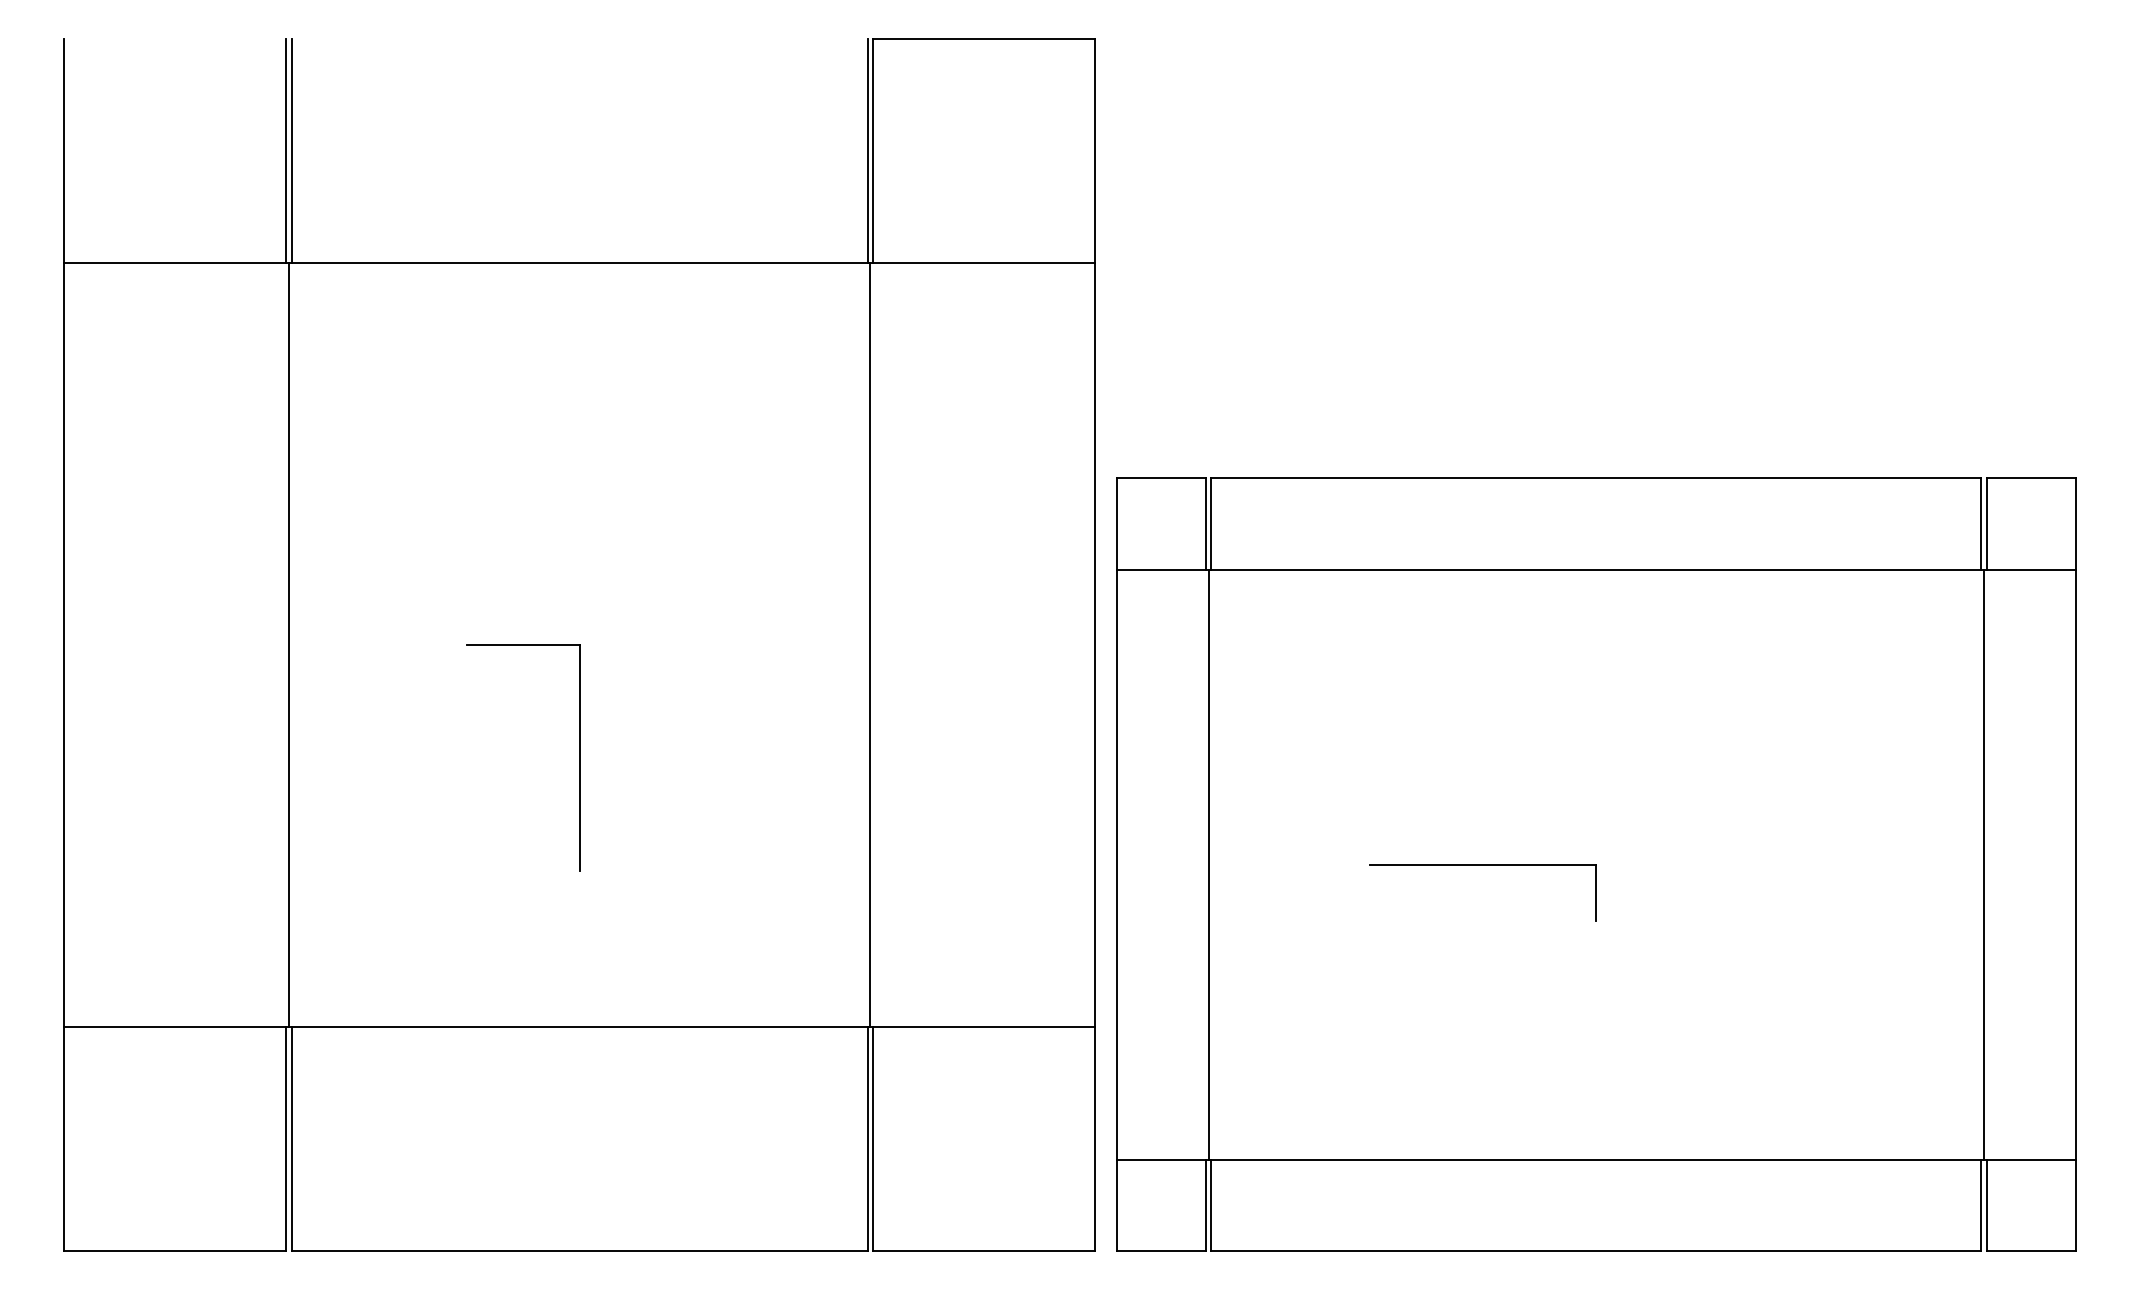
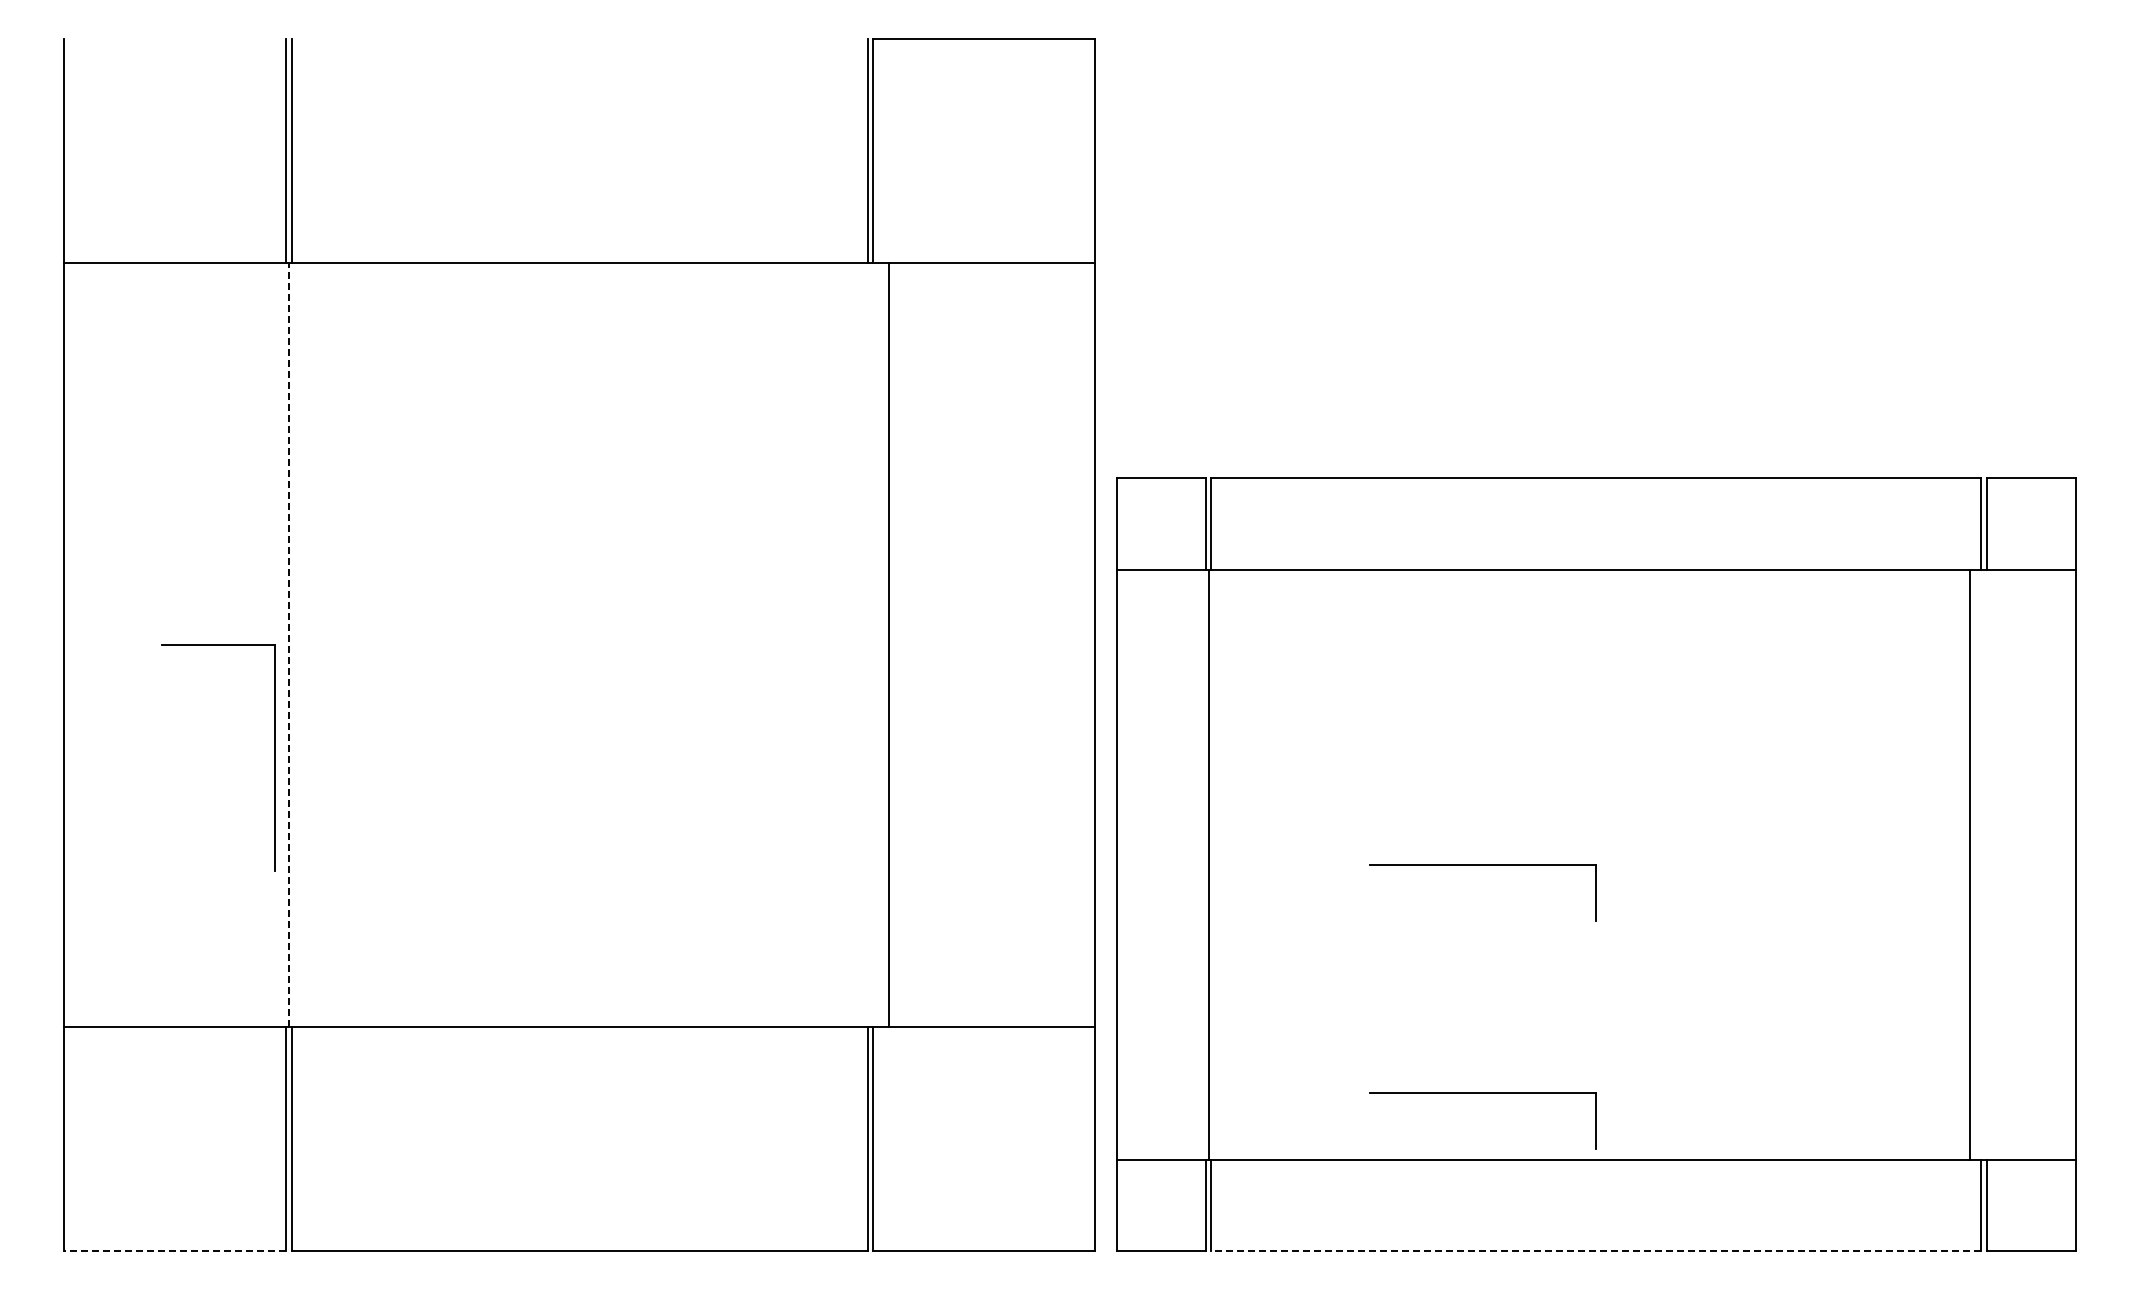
line at (870, 644) position: (870, 644) -> (889, 644)
line at (288, 645): solid -> dashed
part at (579, 757) position: (579, 757) -> (274, 757)
line at (1984, 864) position: (1984, 864) -> (1970, 864)
part at (1482, 1093): none -> present
line at (174, 1251): solid -> dashed
line at (1595, 1251): solid -> dashed
